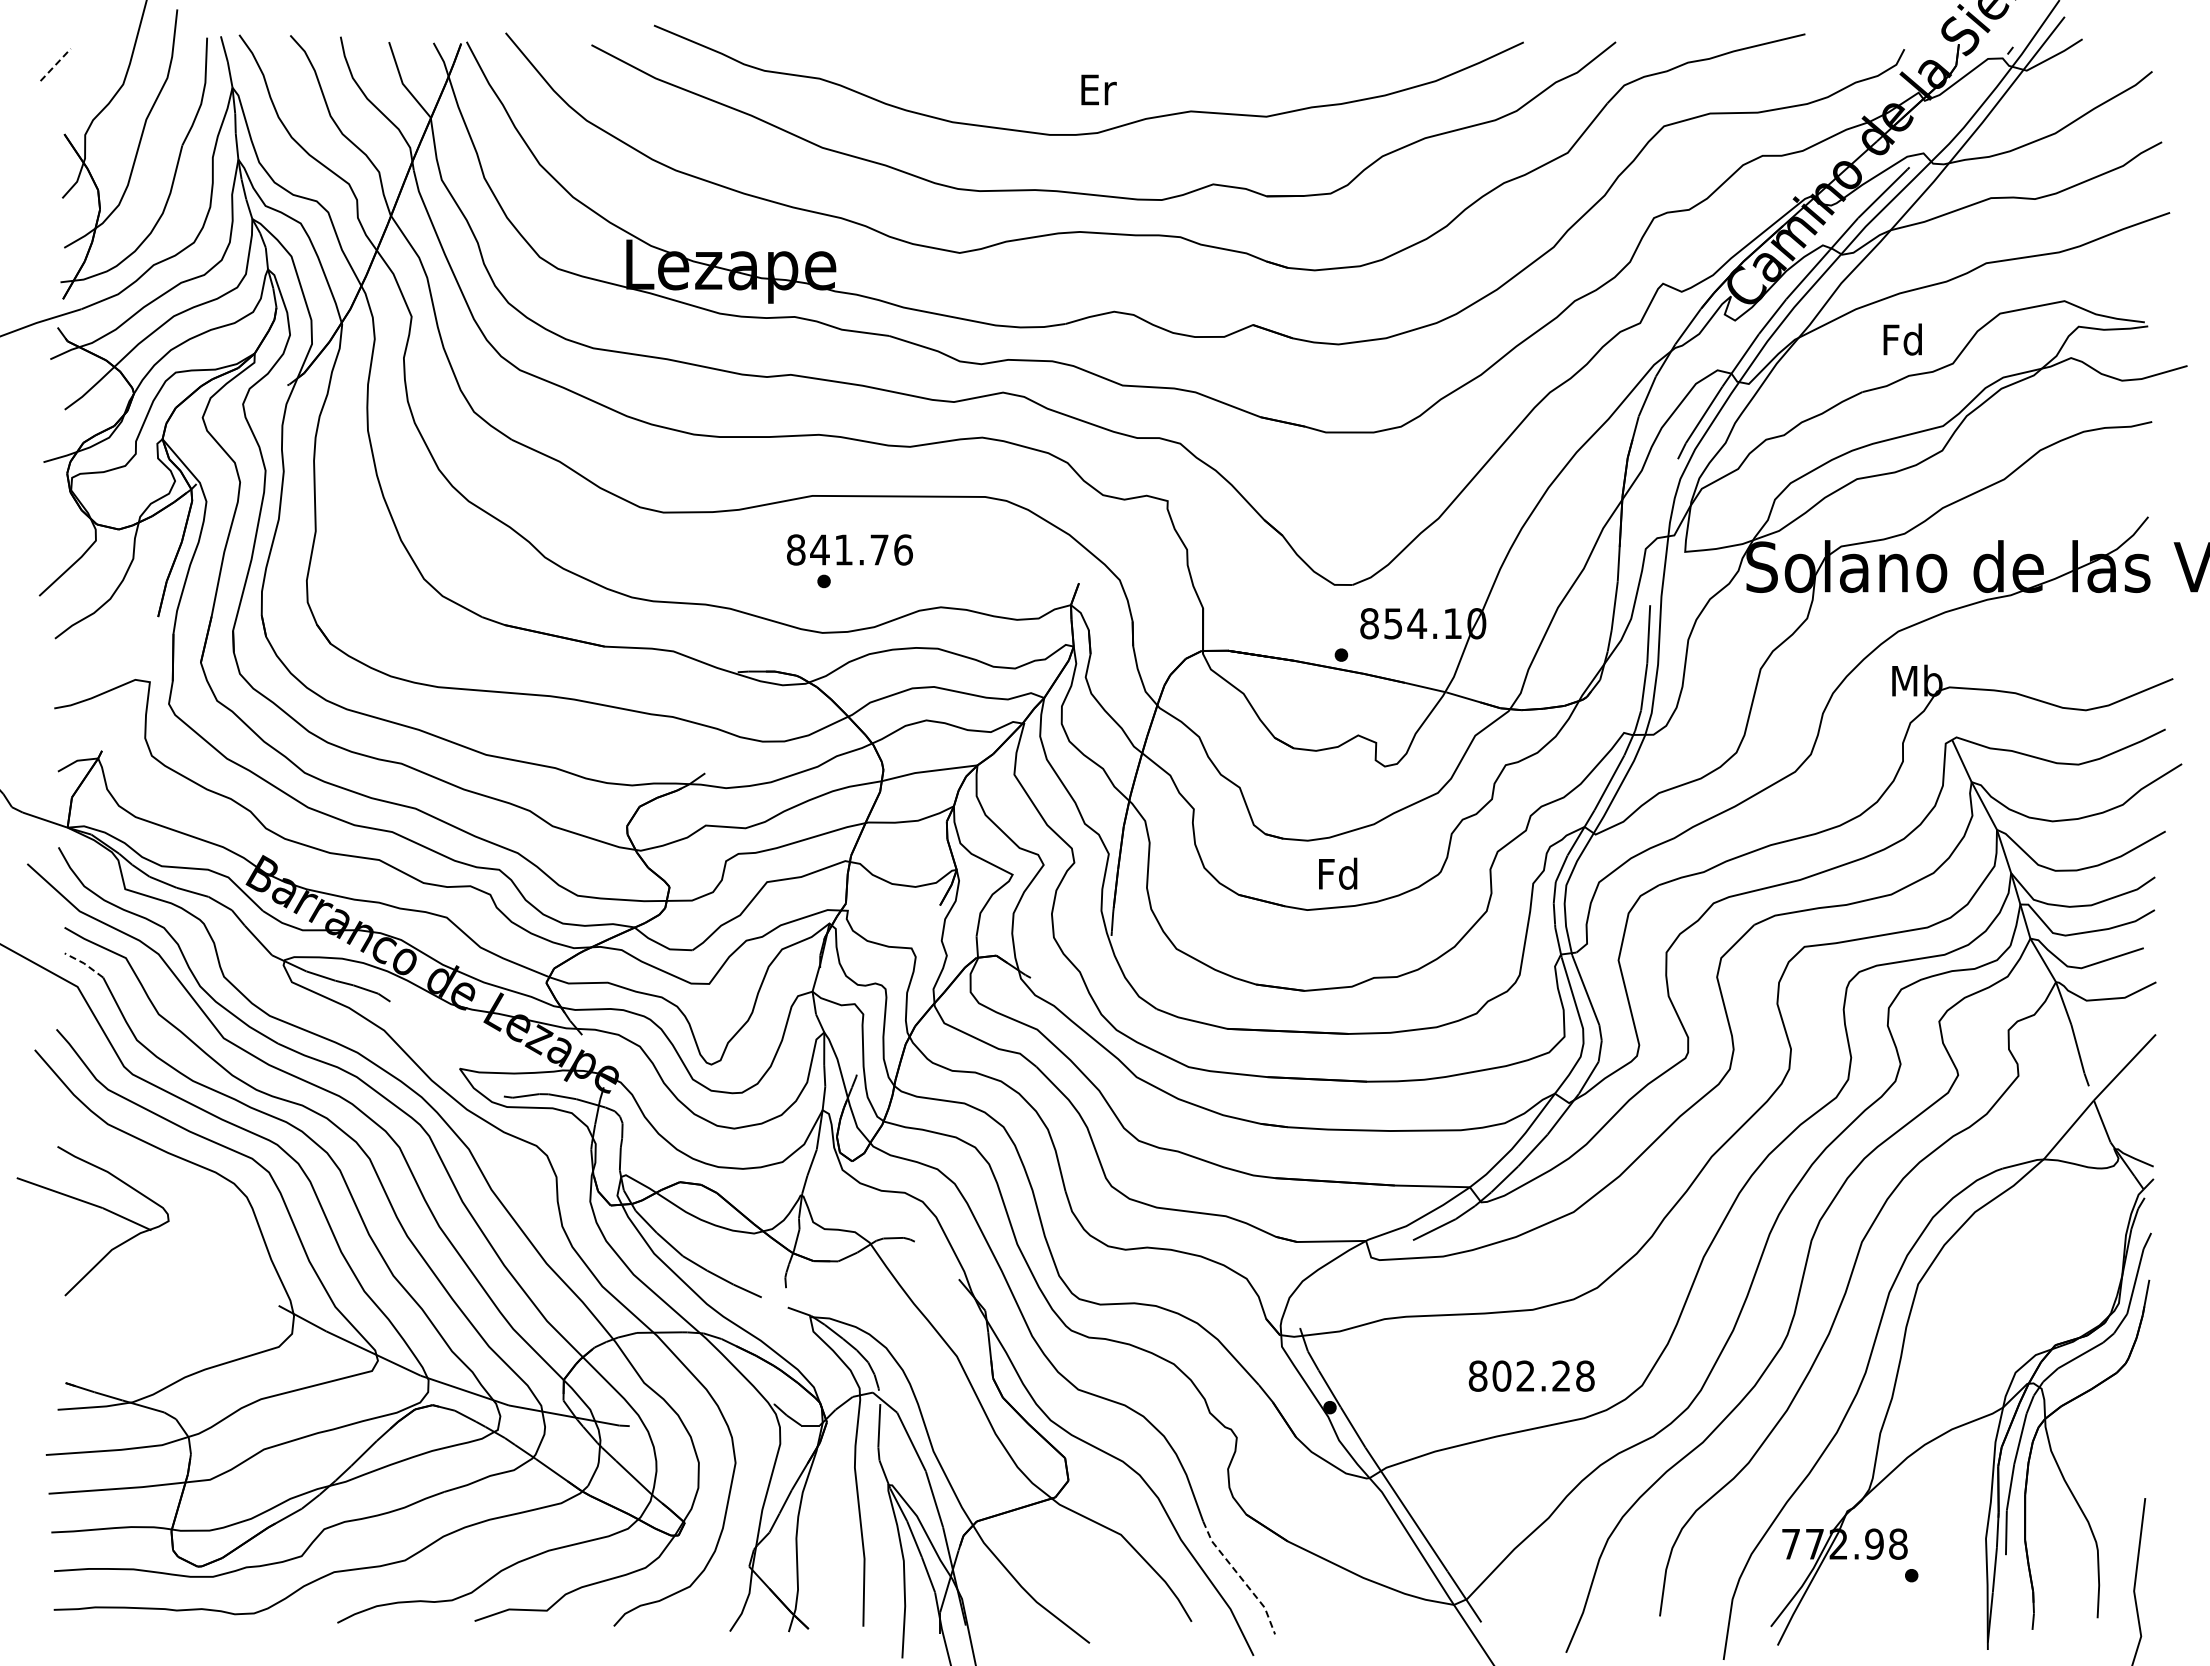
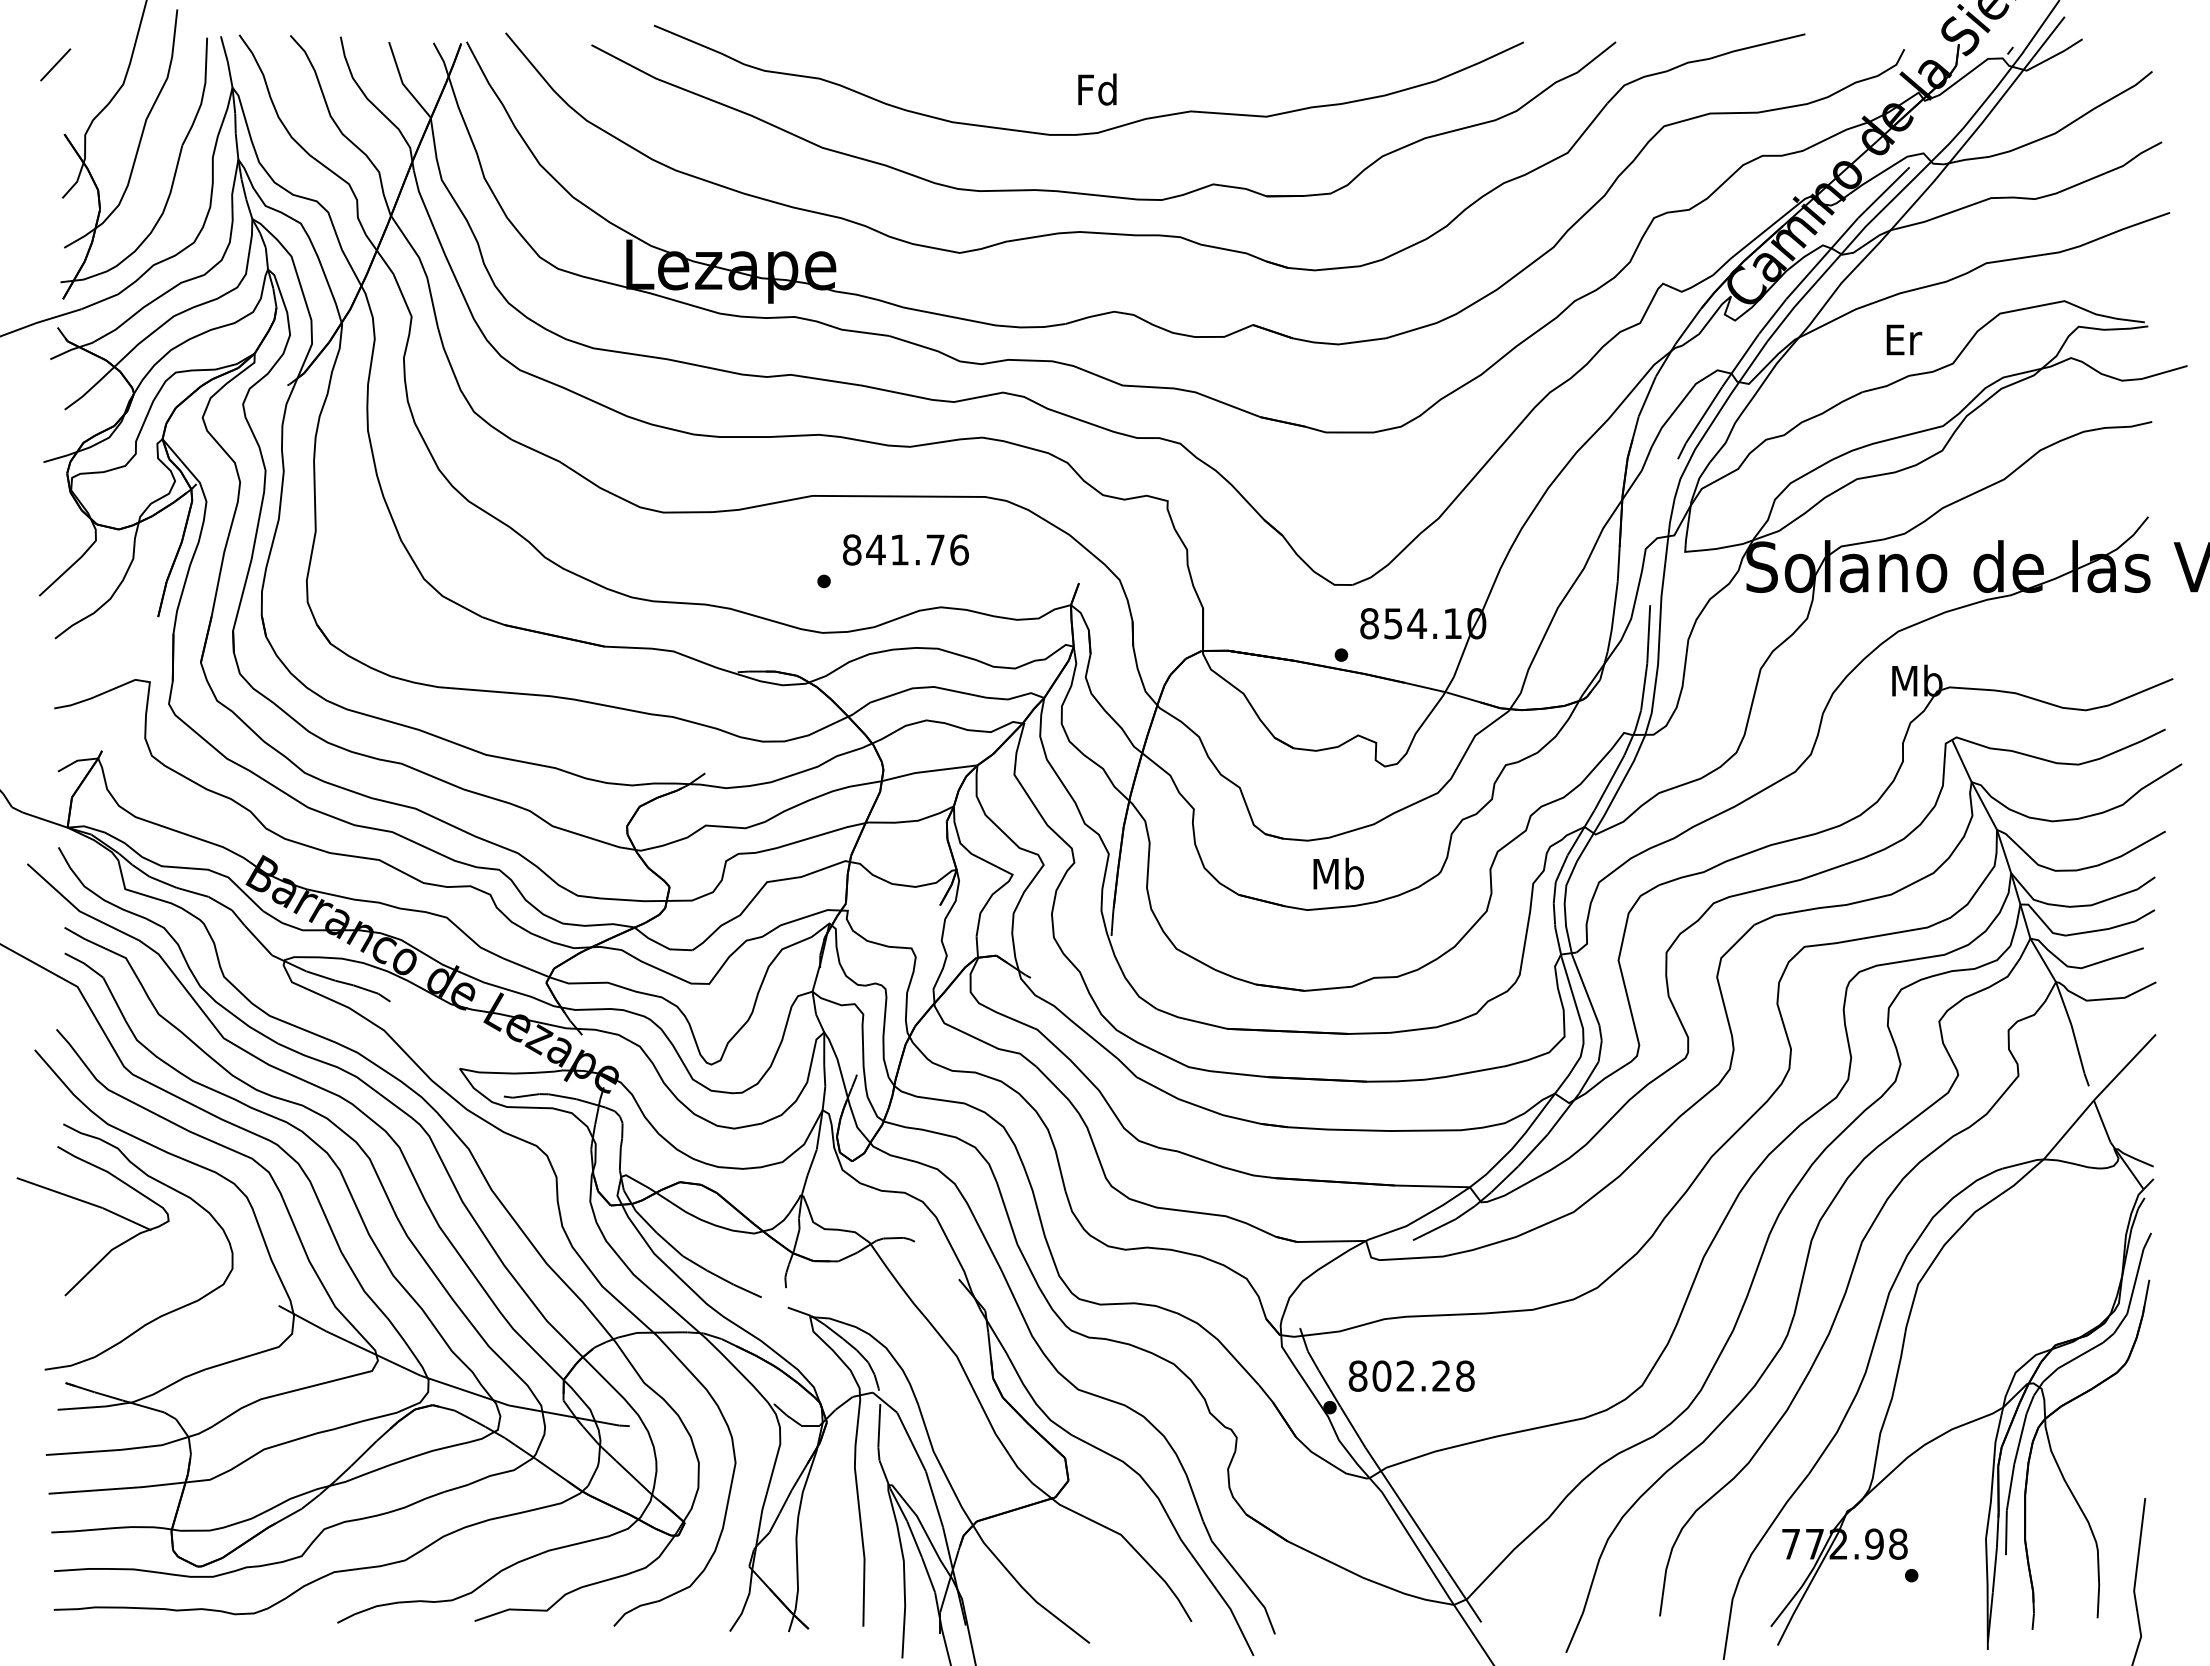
line at (56, 64): dashed -> solid
text at (1097, 89): Er -> Fd
text at (1902, 339): Fd -> Er
text at (849, 549) position: (849, 549) -> (905, 549)
text at (1338, 873): Fd -> Mb
line at (83, 963): dashed -> solid
curve at (167, 1187): none -> present
text at (1531, 1375) position: (1531, 1375) -> (1411, 1375)
line at (1240, 1577): dashed -> solid
